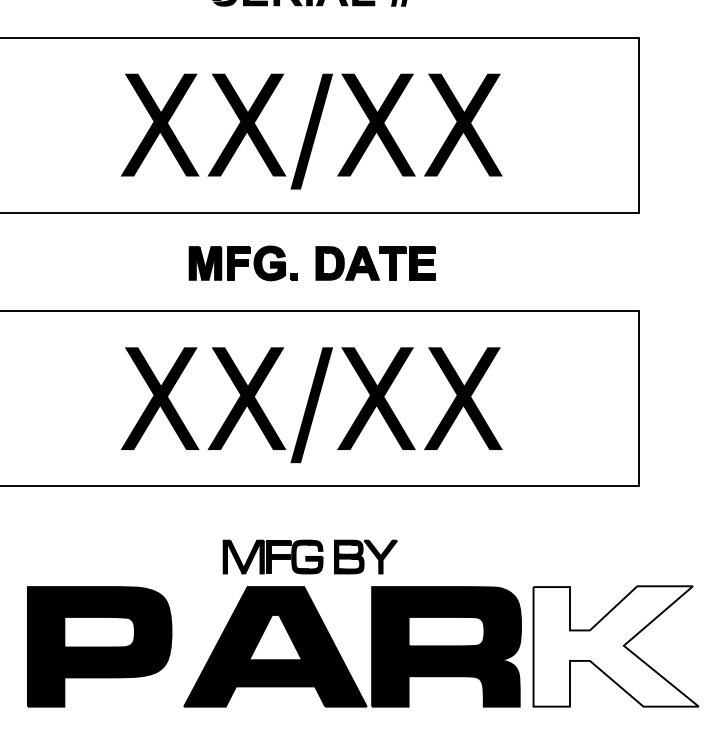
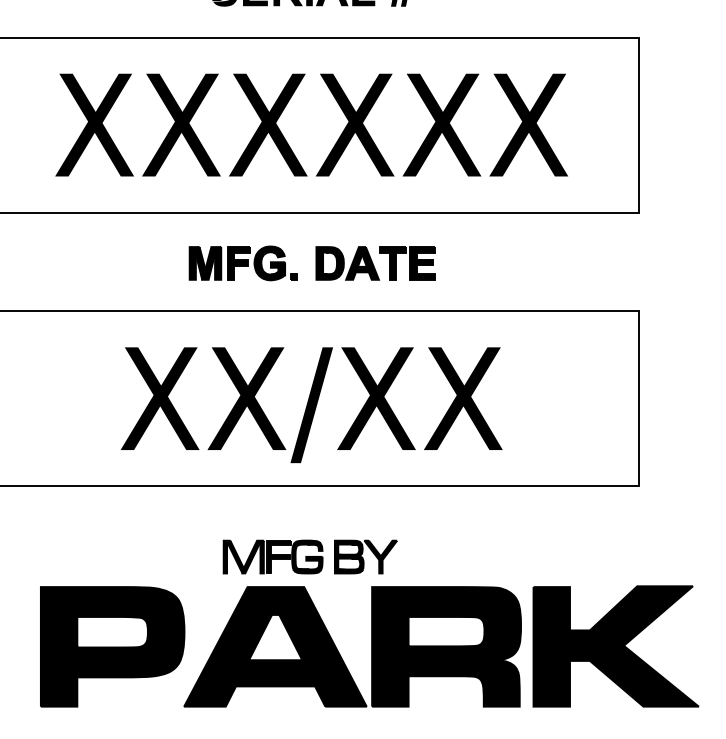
text at (311, 131): XX/XX -> XXXXXX
part at (99, 646) position: (99, 646) -> (112, 646)
fill at (615, 646): none -> present
